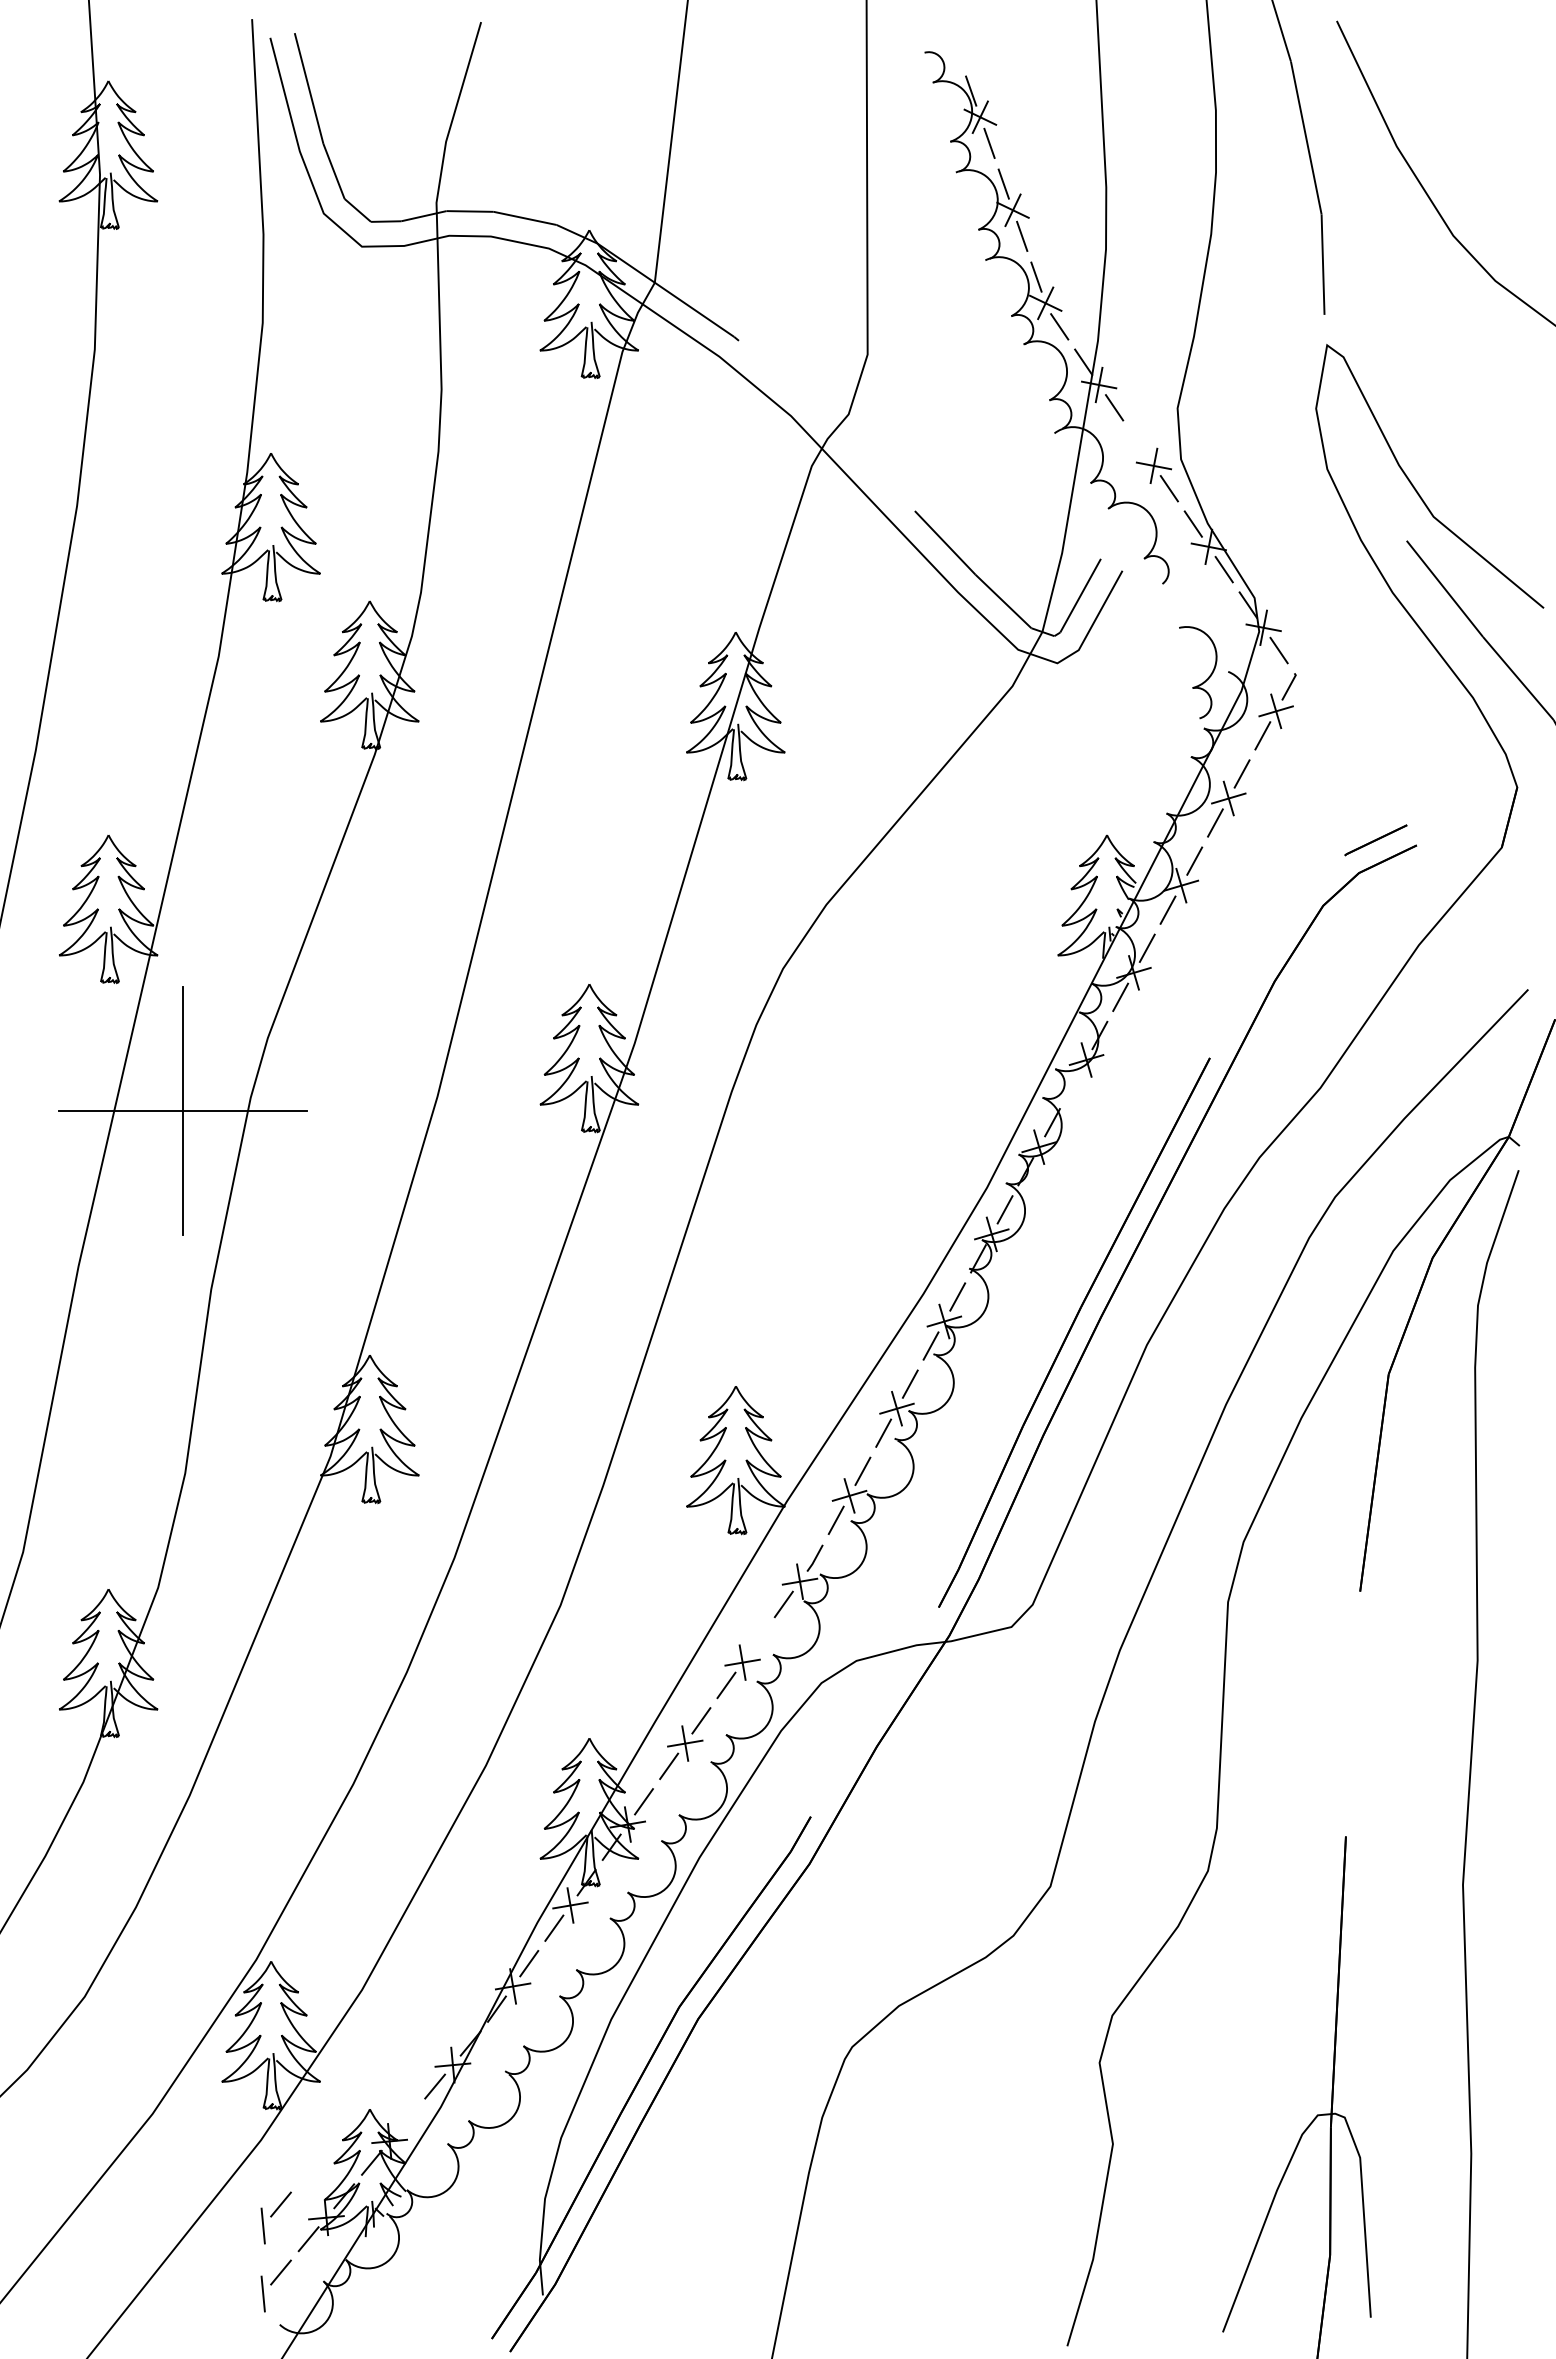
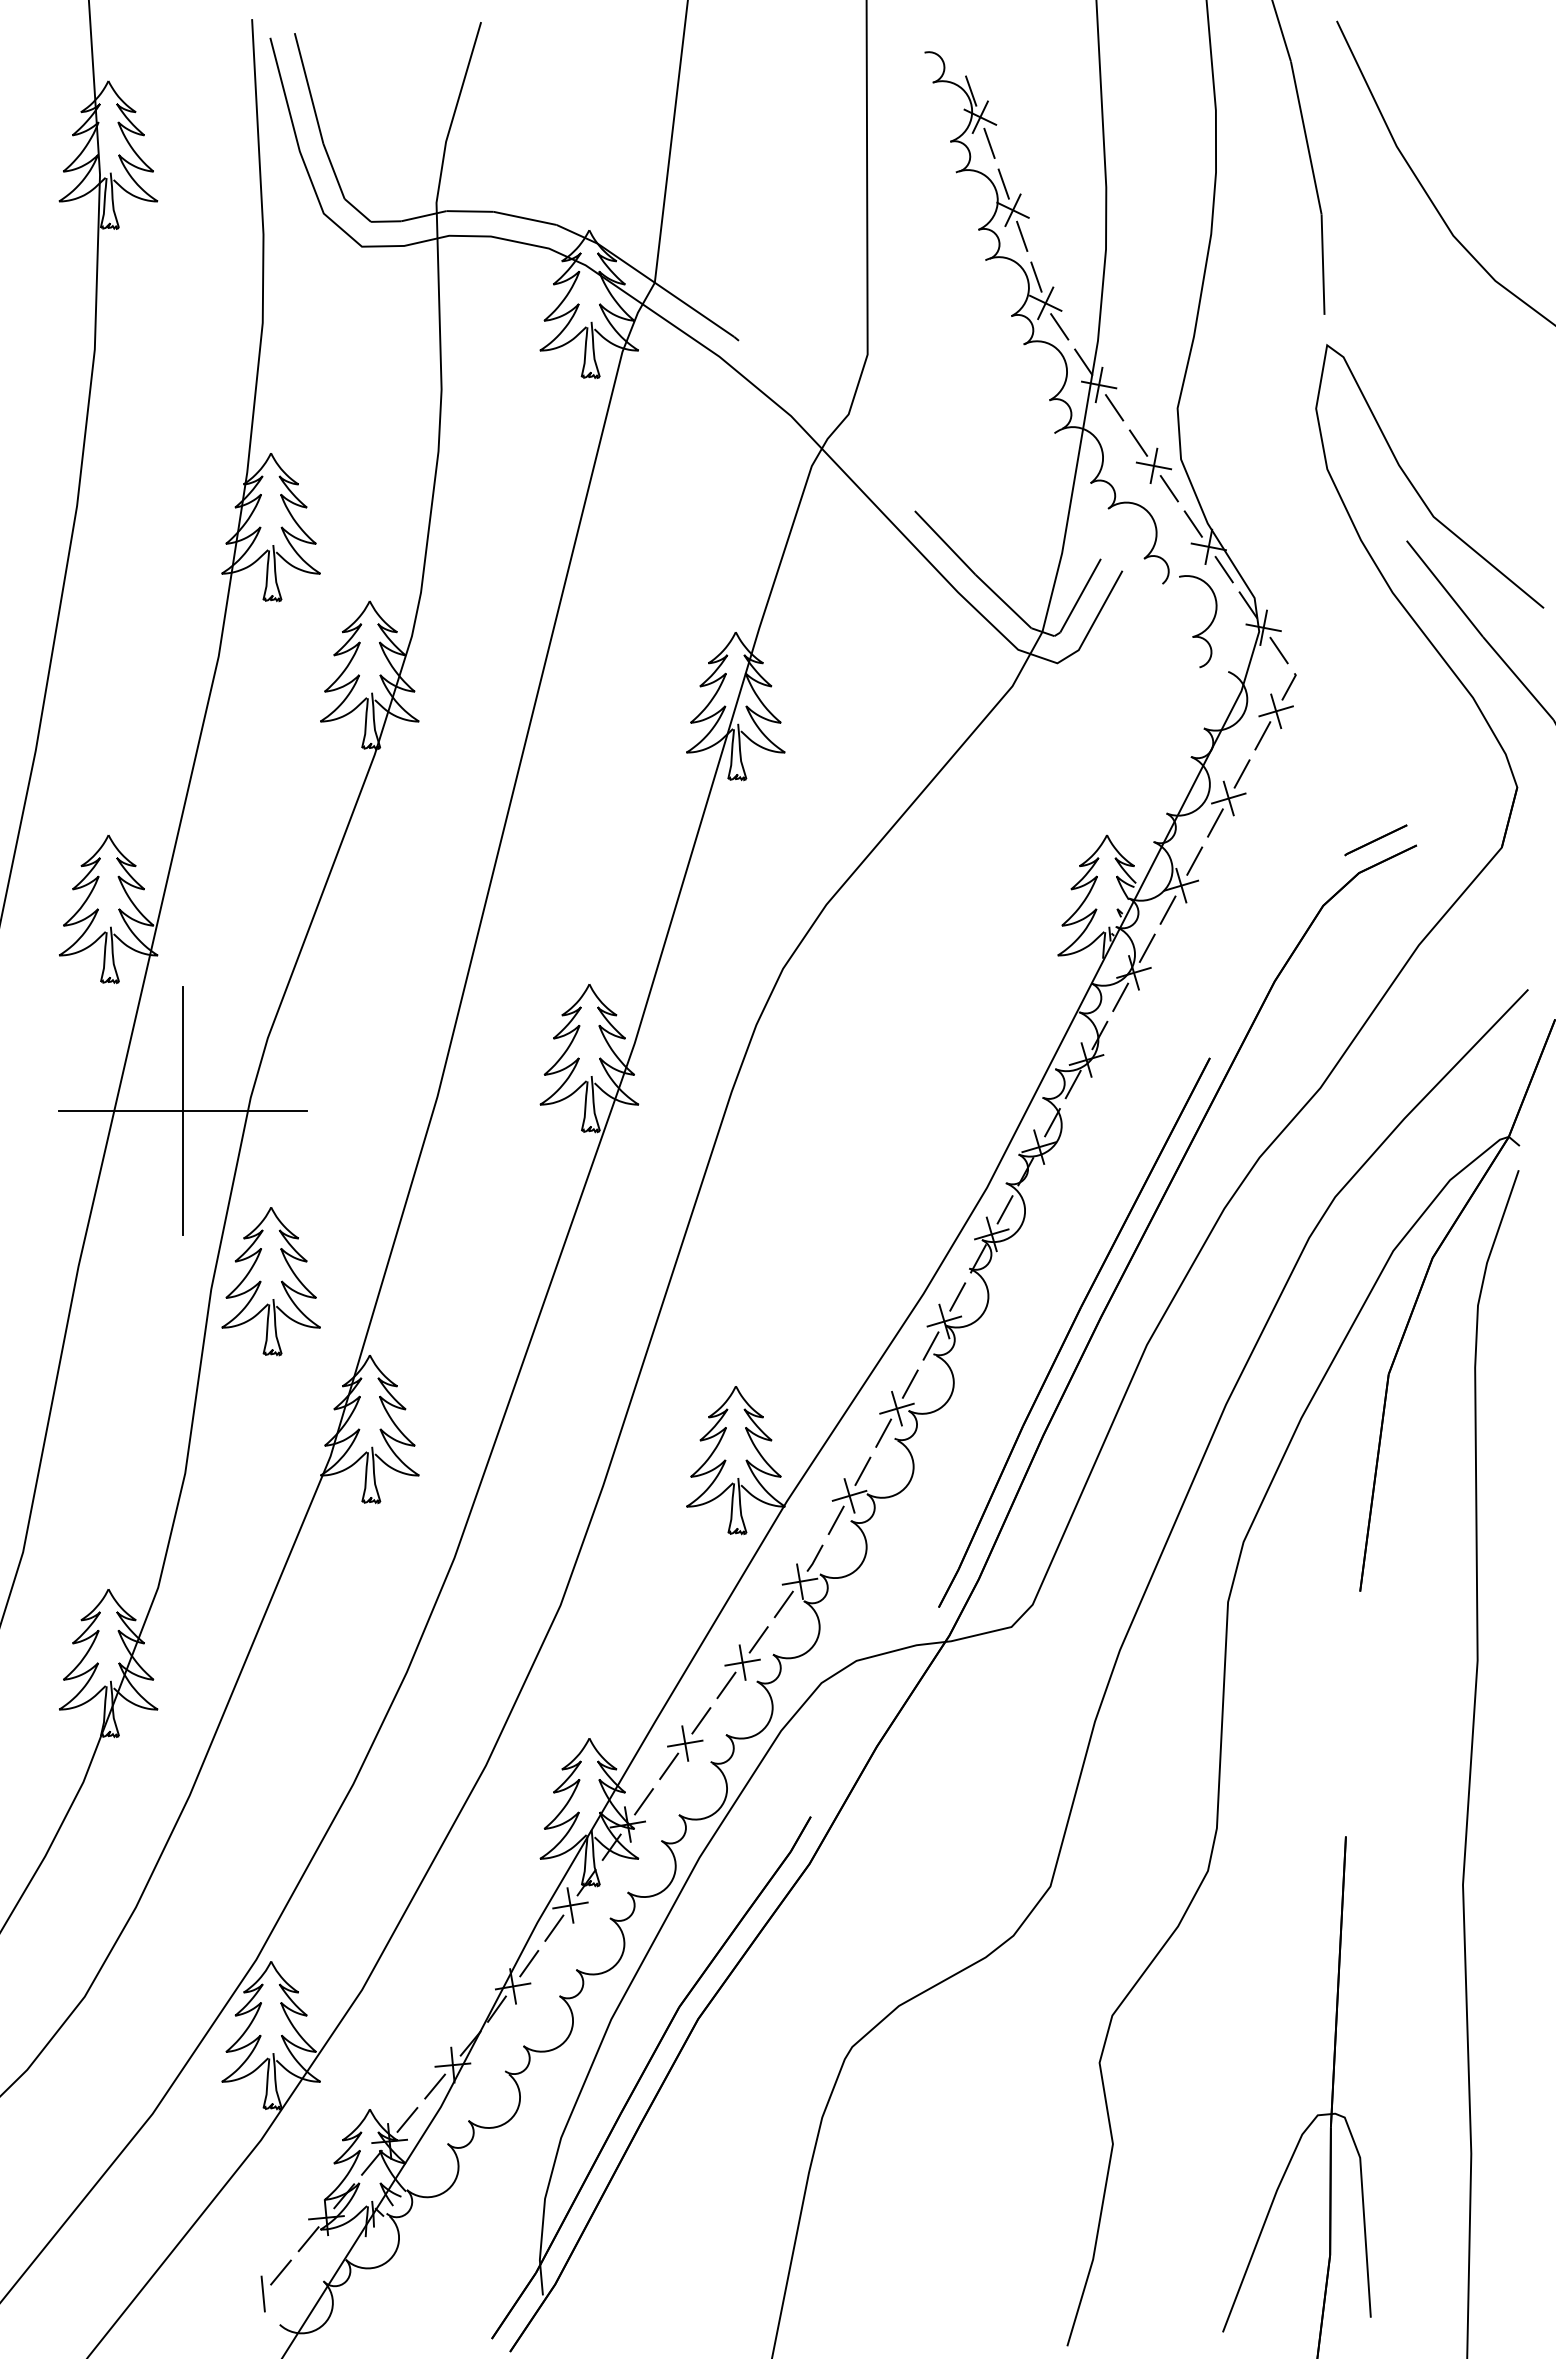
line at (1138, 442): none -> present
part at (1203, 681) position: (1203, 681) -> (1203, 630)
line at (1072, 1084): none -> present
part at (270, 1281): none -> present
line at (758, 1639): none -> present
line at (407, 2119): none -> present
part at (275, 2217): present -> none
